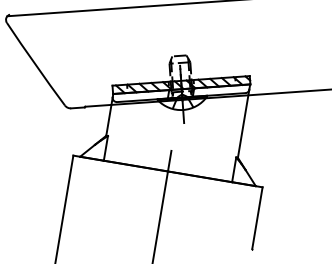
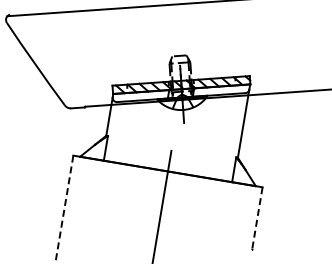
line at (64, 209): solid -> dashed
line at (257, 218): solid -> dashed
